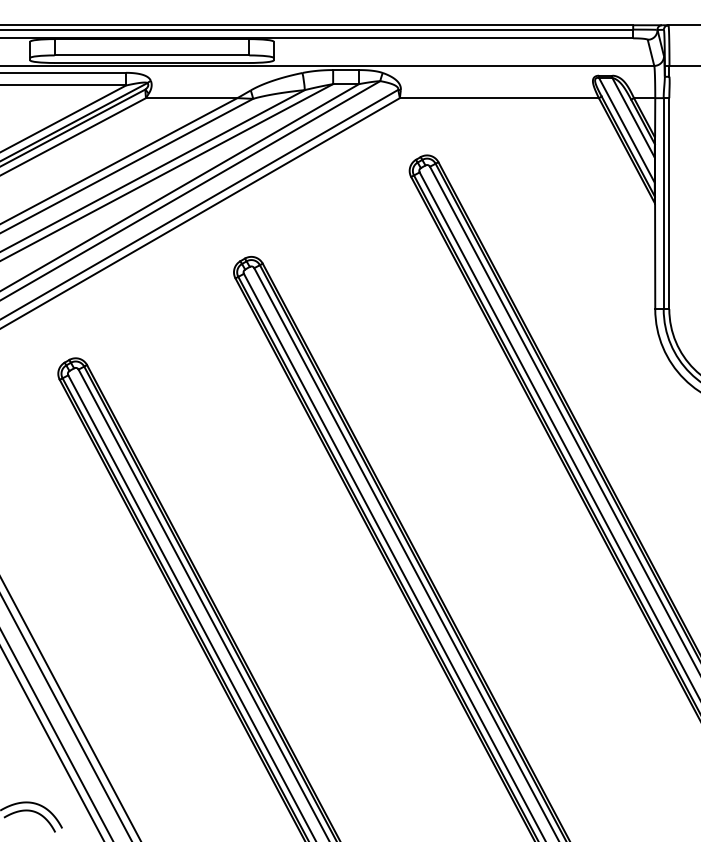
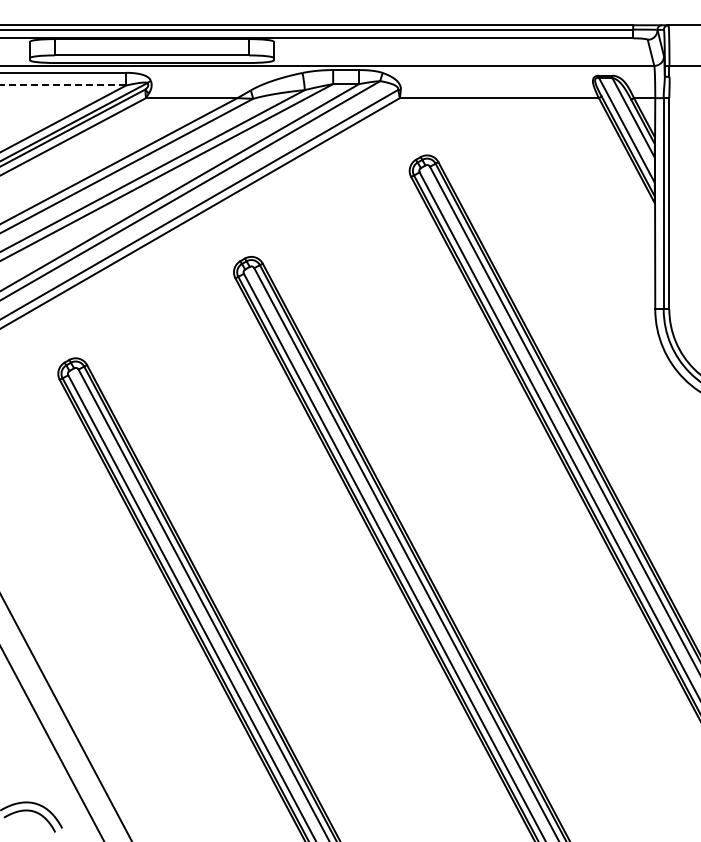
line at (63, 85): solid -> dashed
line at (70, 709): present -> none
line at (56, 735): present -> none
